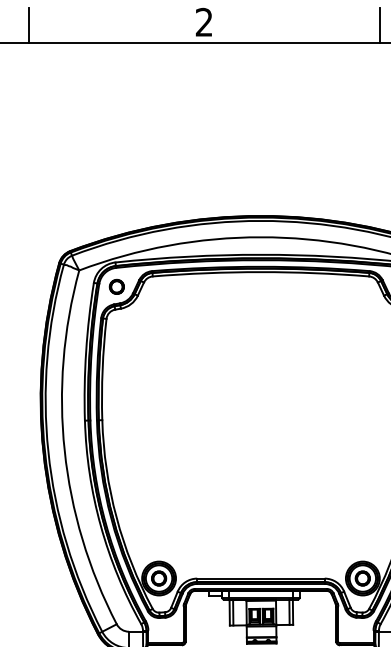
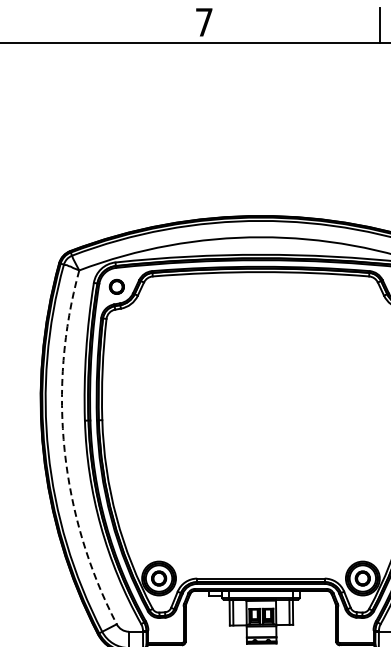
text at (203, 21): 2 -> 7
line at (28, 25): present -> none
arc at (64, 450): solid -> dashed
